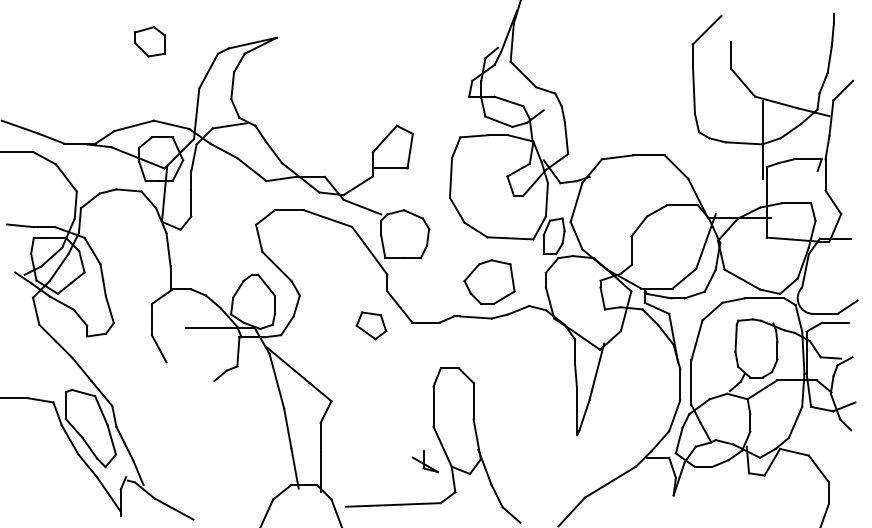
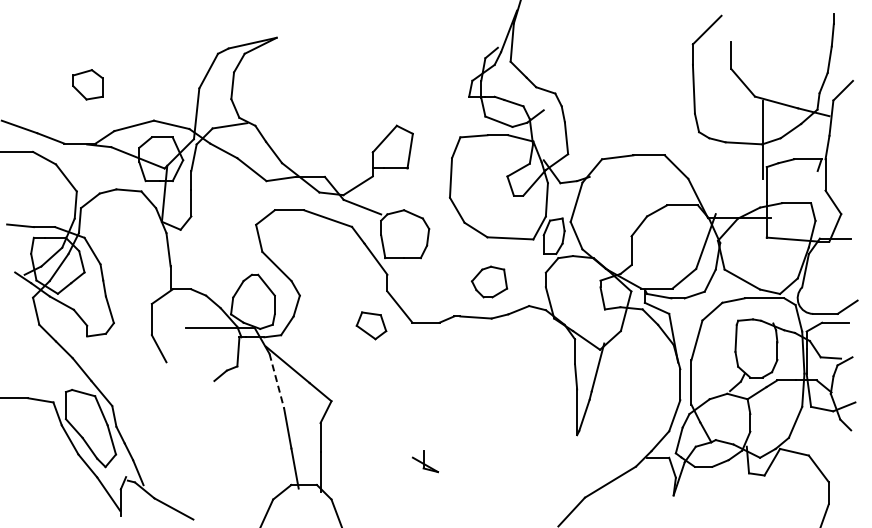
part at (149, 41) position: (149, 41) -> (87, 84)
part at (489, 281) size: 53x46 px -> 39x34 px
line at (276, 381): solid -> dashed
part at (439, 442): present -> none
